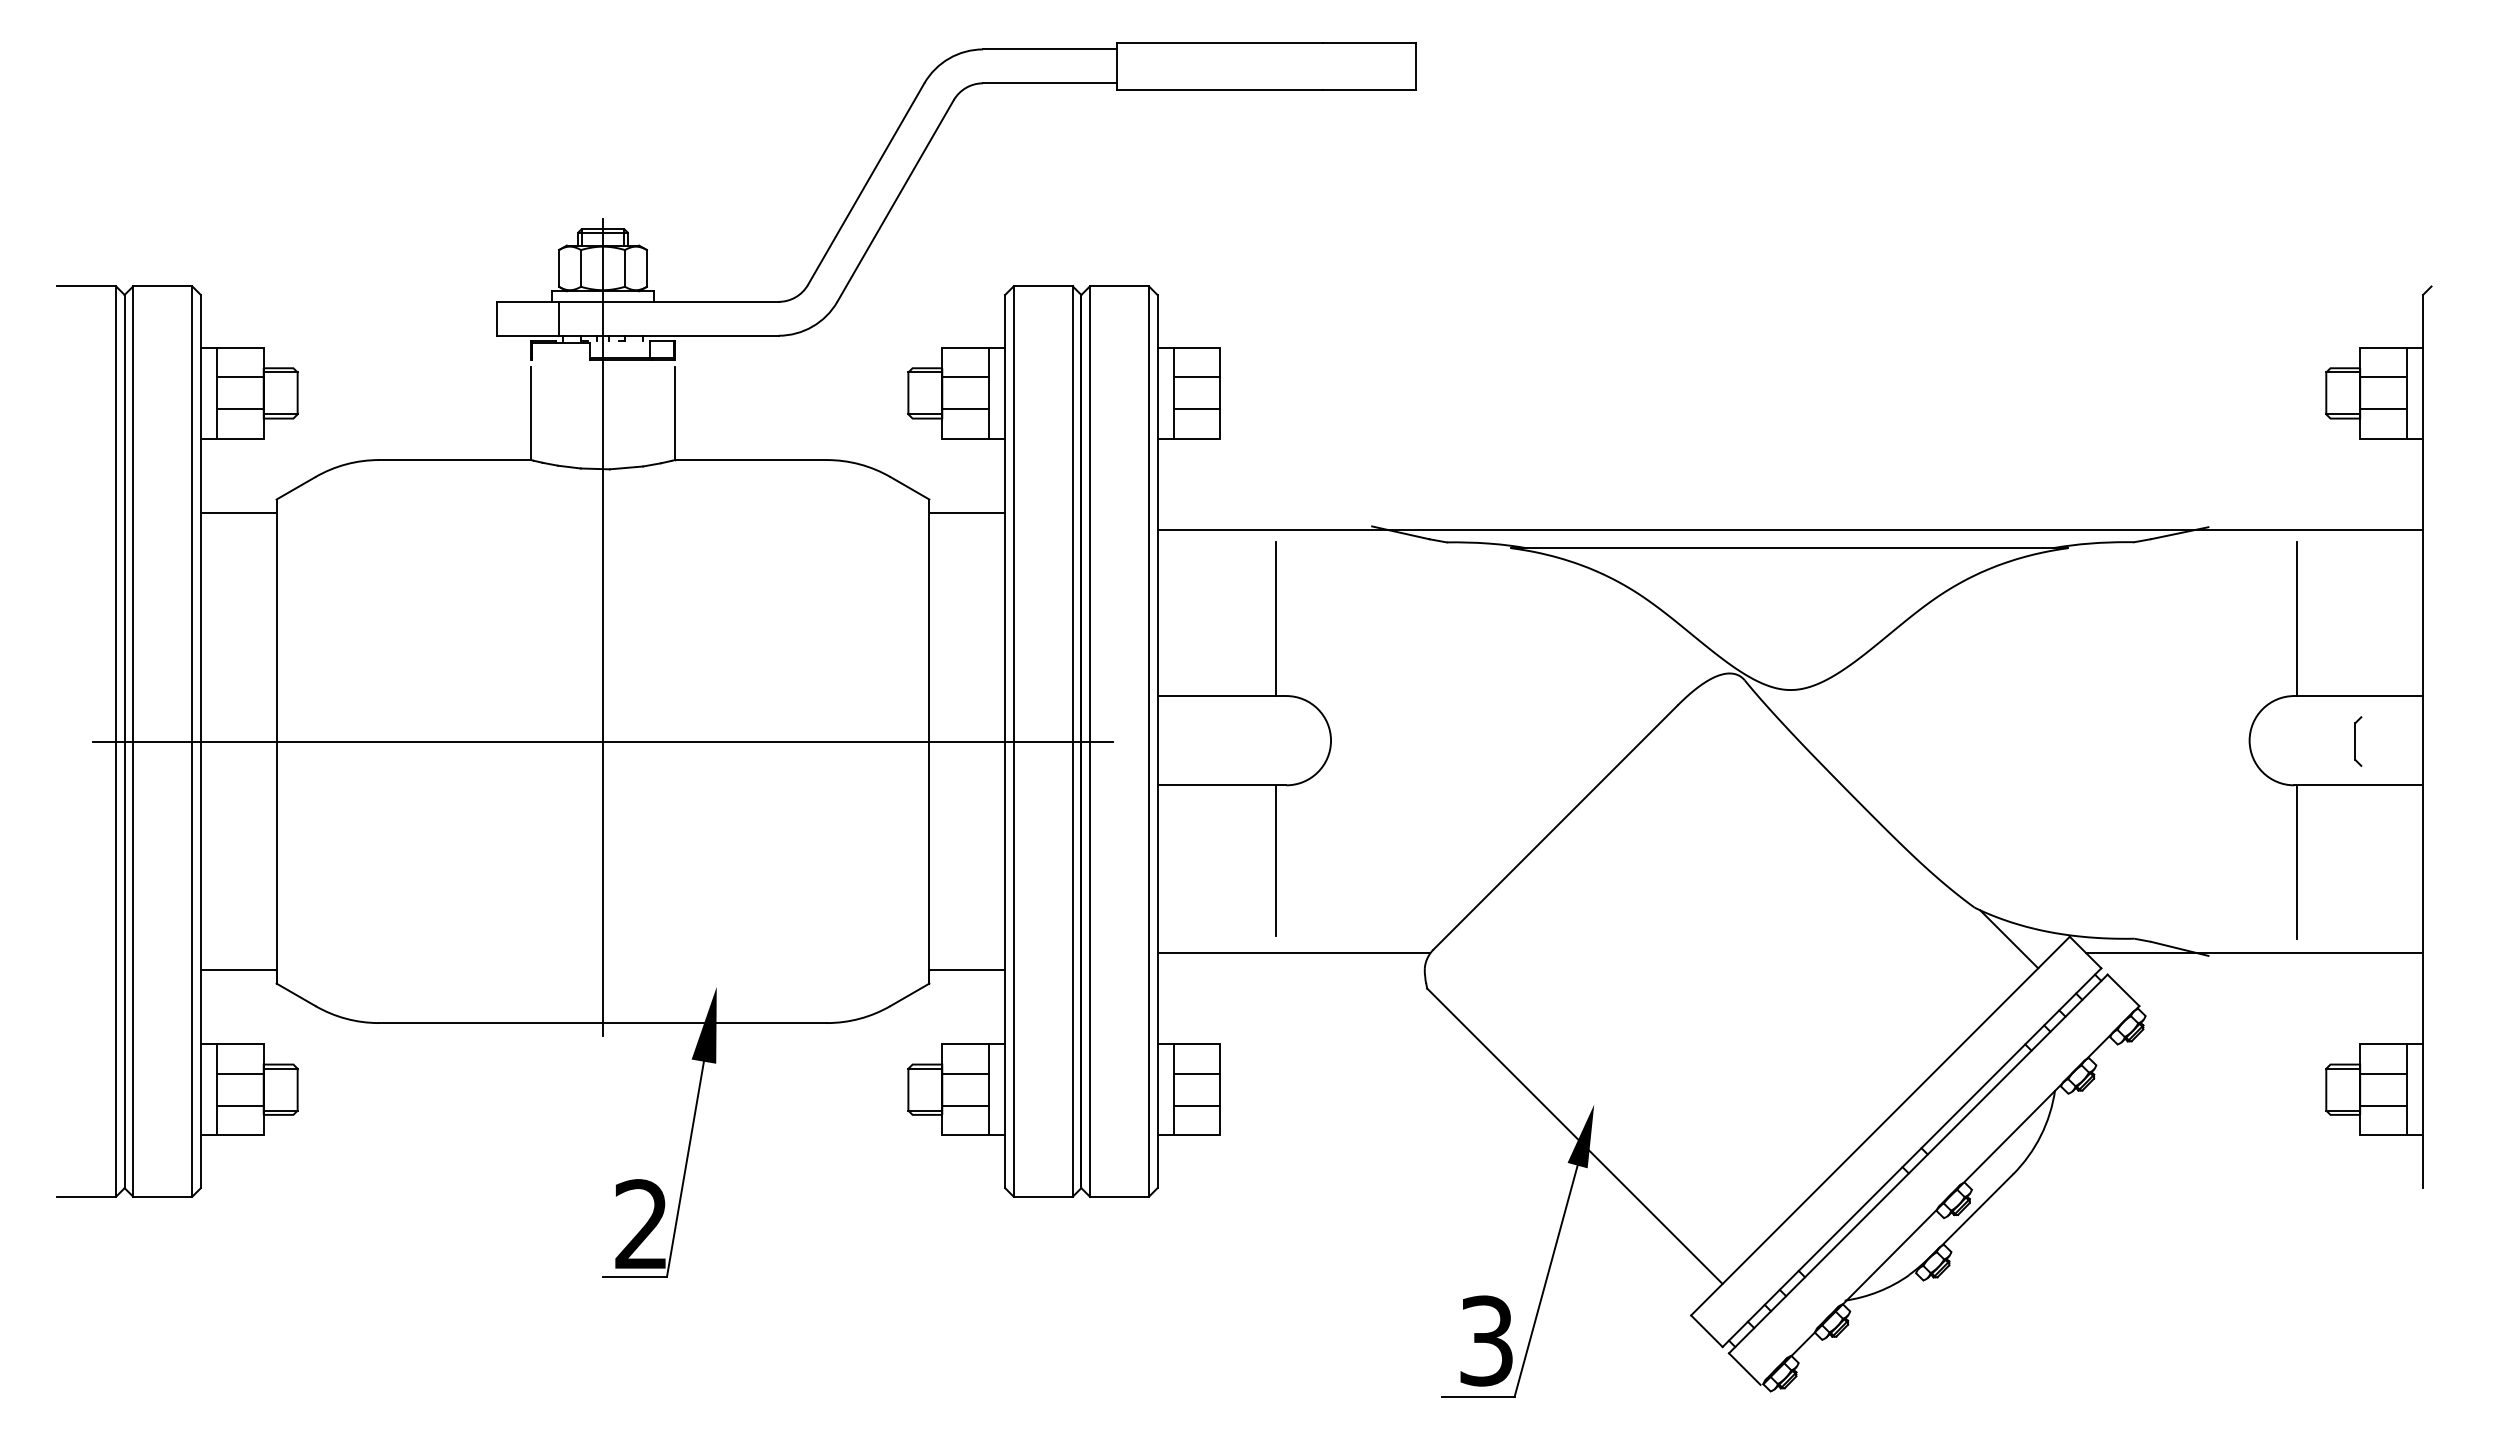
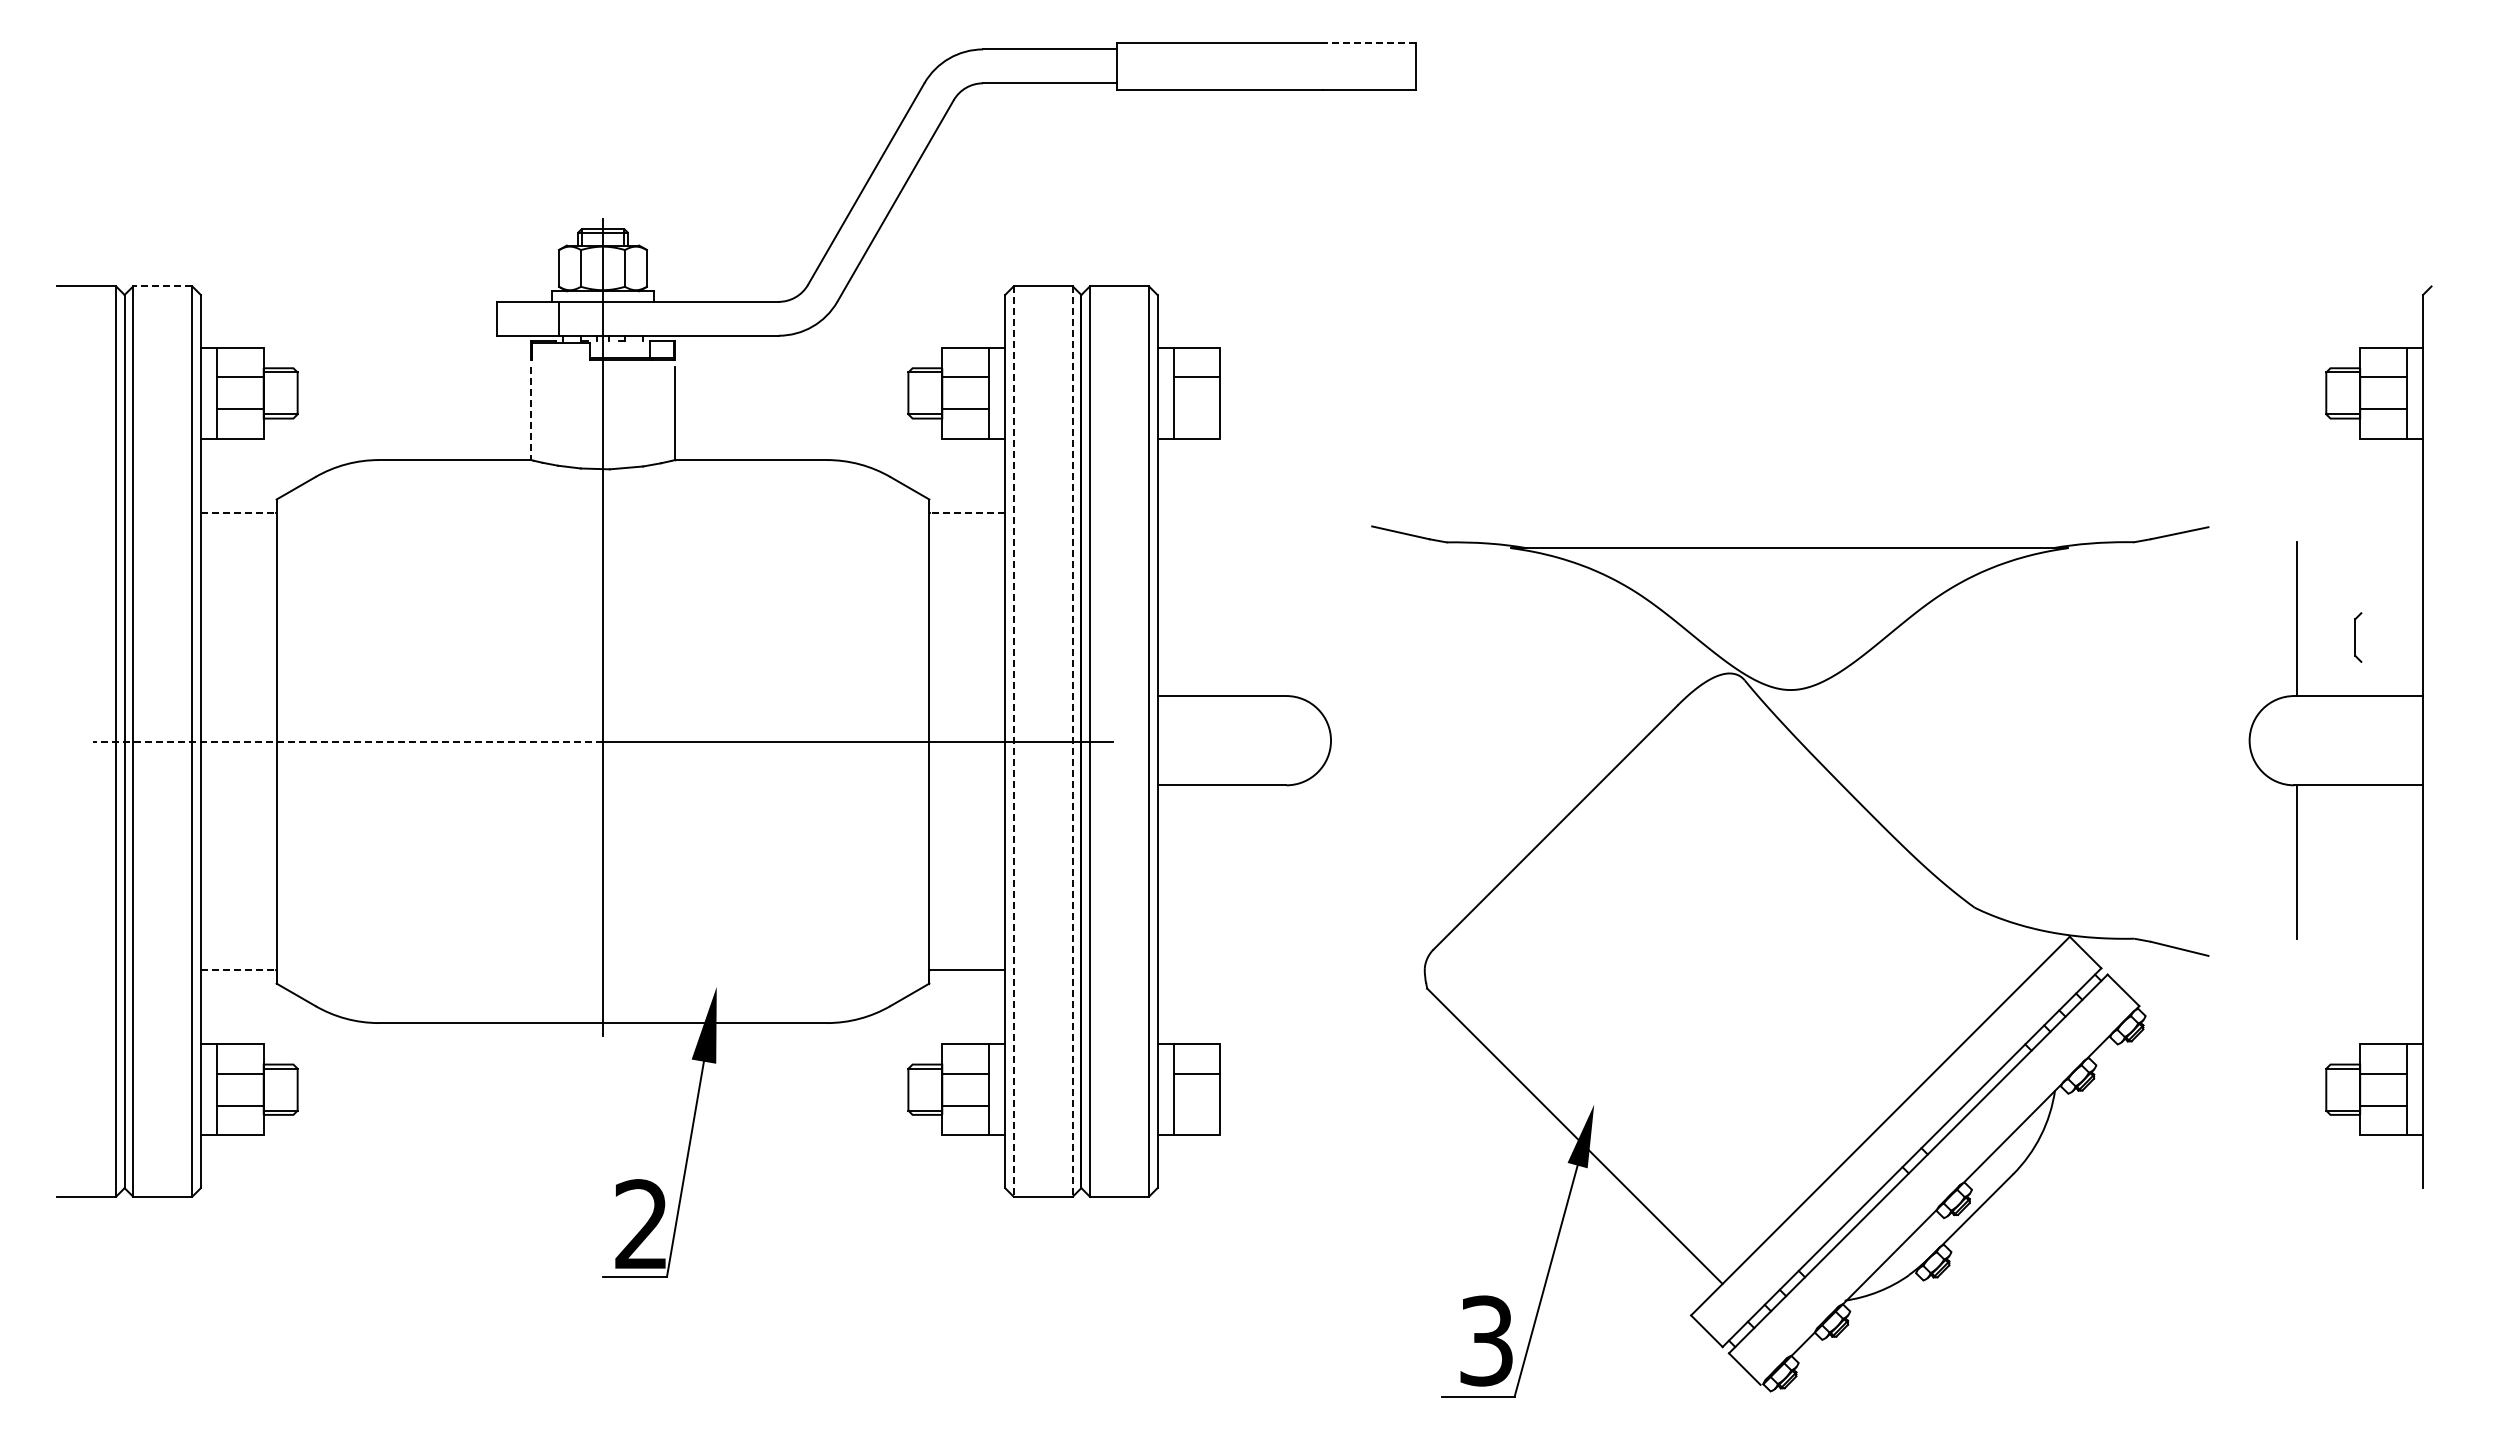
line at (1369, 43): solid -> dashed
line at (162, 286): solid -> dashed
line at (1196, 409): present -> none
line at (531, 413): solid -> dashed
line at (238, 512): solid -> dashed
line at (967, 512): solid -> dashed
line at (1790, 529): present -> none
line at (1275, 619): present -> none
line at (347, 741): solid -> dashed
part at (2358, 741) position: (2358, 741) -> (2358, 637)
line at (1013, 742): solid -> dashed
line at (1072, 742): solid -> dashed
line at (1275, 861): present -> none
line at (2009, 939): present -> none
line at (1293, 953): present -> none
line at (2254, 953): present -> none
line at (238, 970): solid -> dashed
line at (1196, 1106): present -> none
